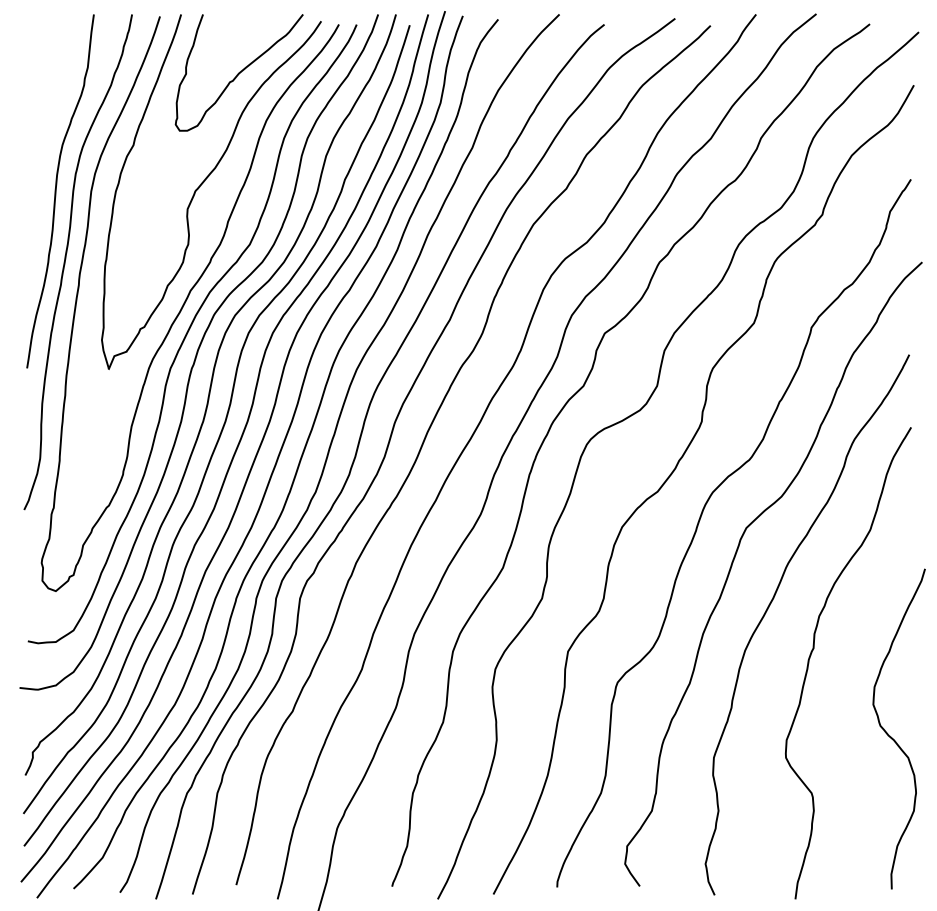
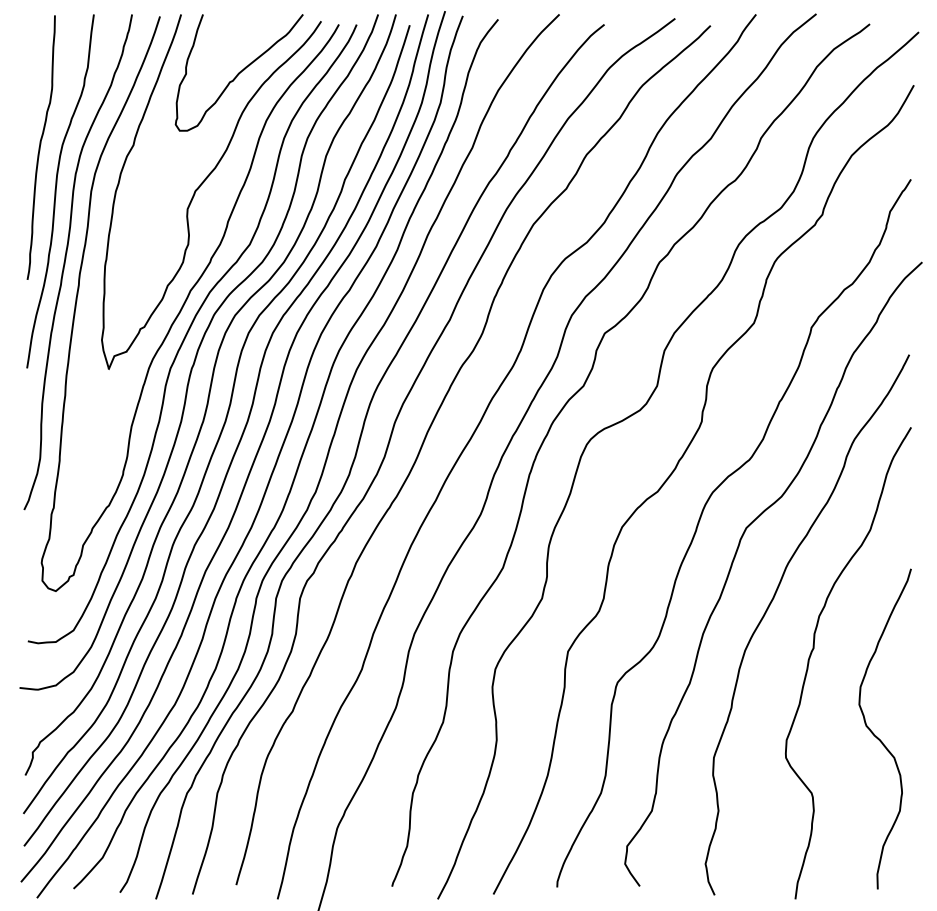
curve at (40, 147): none -> present
curve at (890, 735) position: (890, 735) -> (876, 735)
